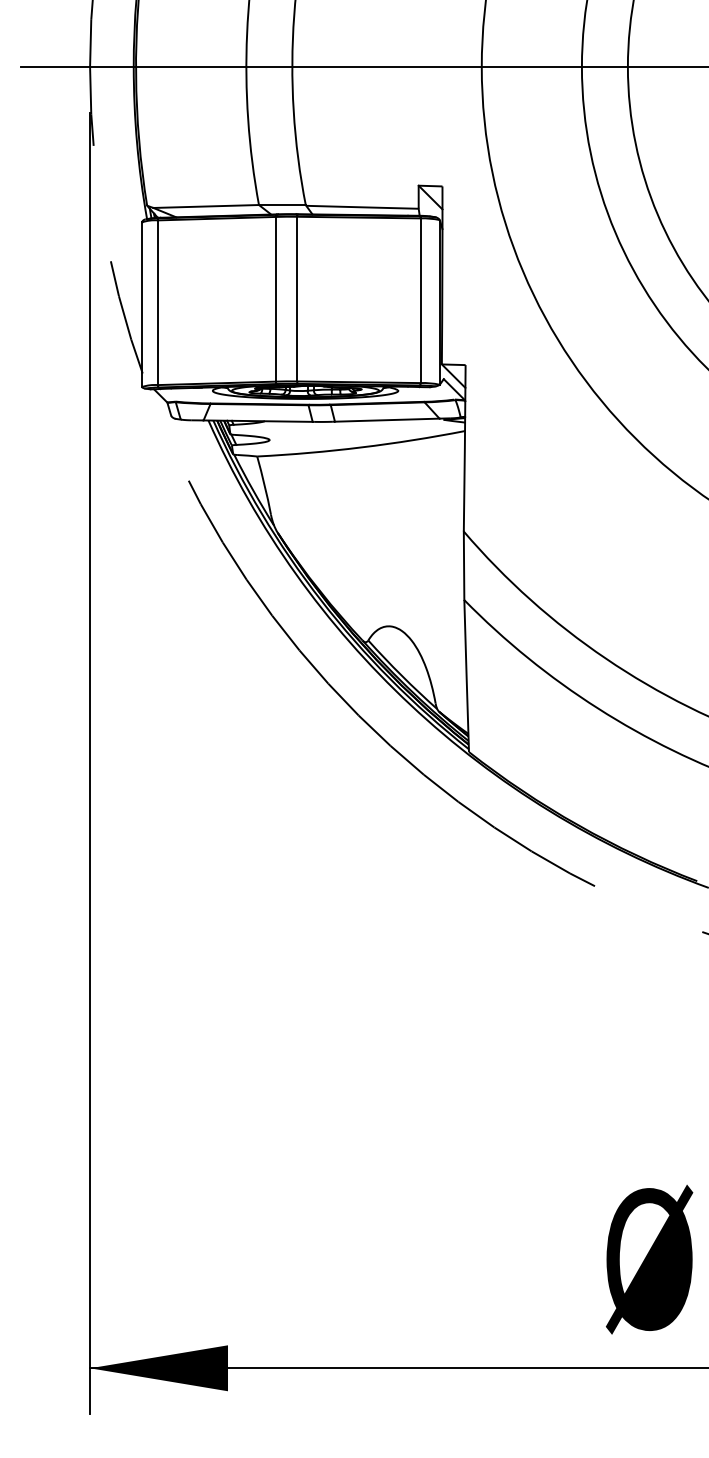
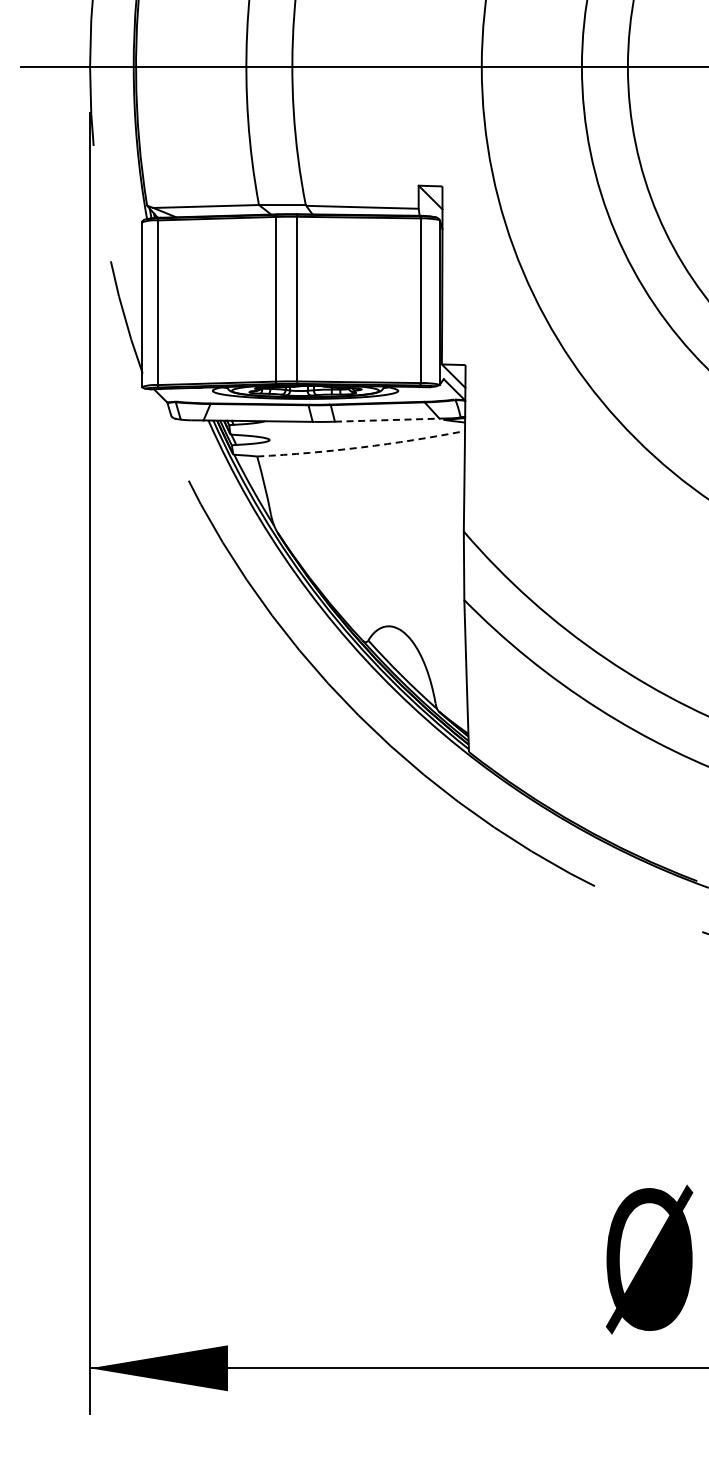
line at (387, 420): solid -> dashed
arc at (361, 447): solid -> dashed
